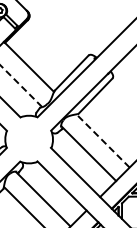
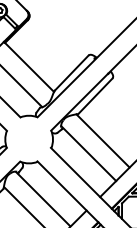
line at (21, 86): dashed -> solid
line at (103, 140): dashed -> solid
